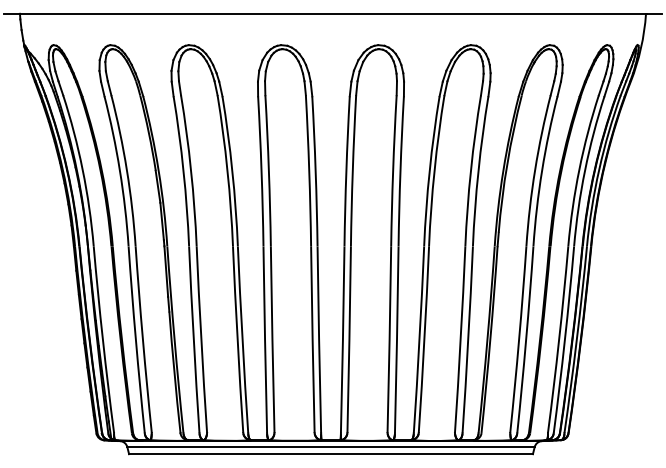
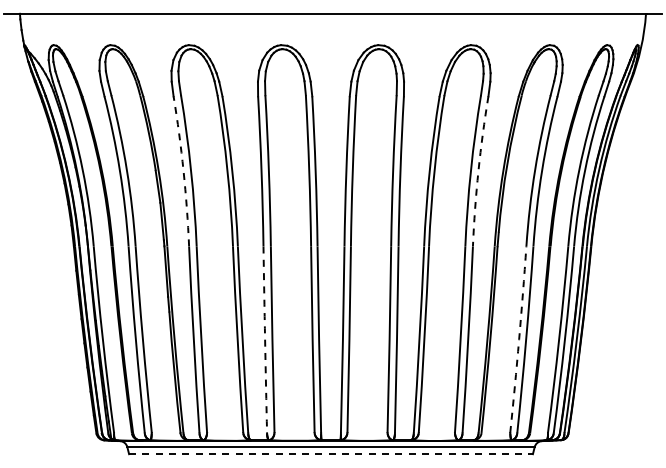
arc at (183, 171): solid -> dashed
arc at (478, 171): solid -> dashed
arc at (265, 339): solid -> dashed
arc at (519, 339): solid -> dashed
line at (331, 454): solid -> dashed
